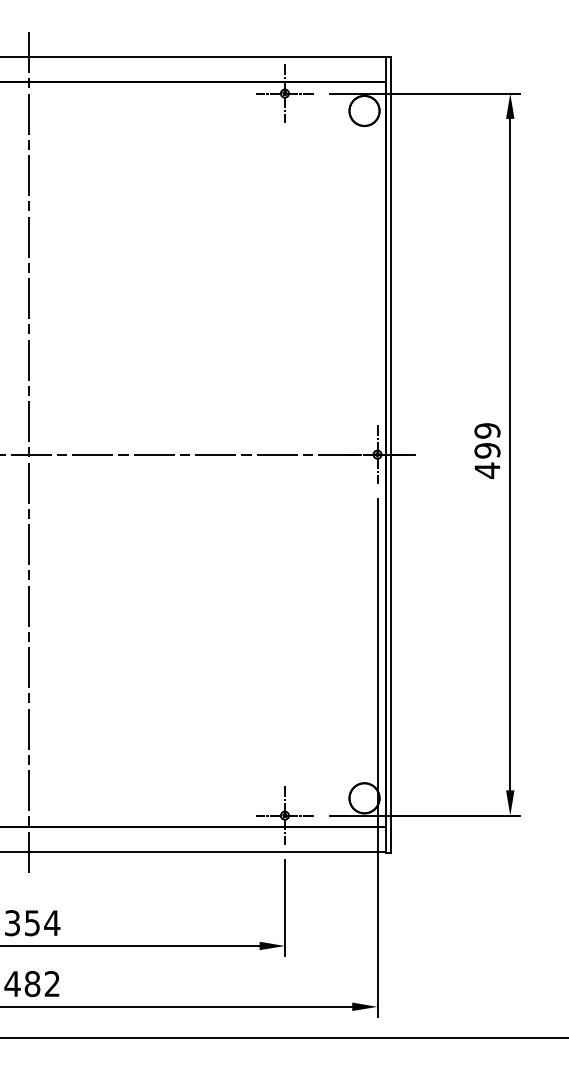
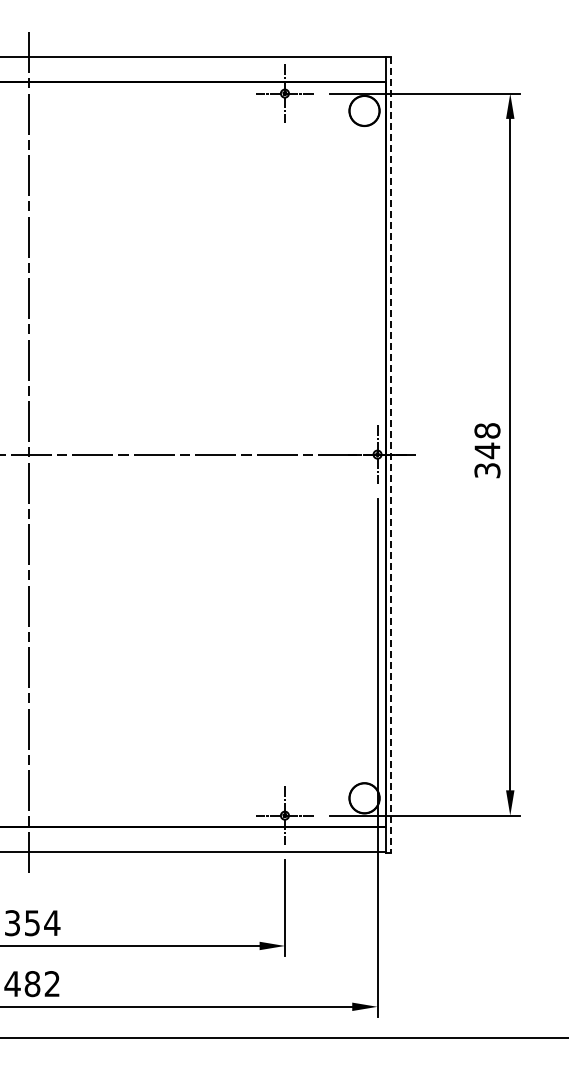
text at (487, 450): 499 -> 348
line at (390, 454): solid -> dashed
